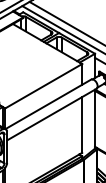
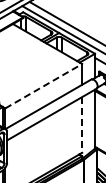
line at (44, 85): solid -> dashed
line at (82, 124): solid -> dashed
